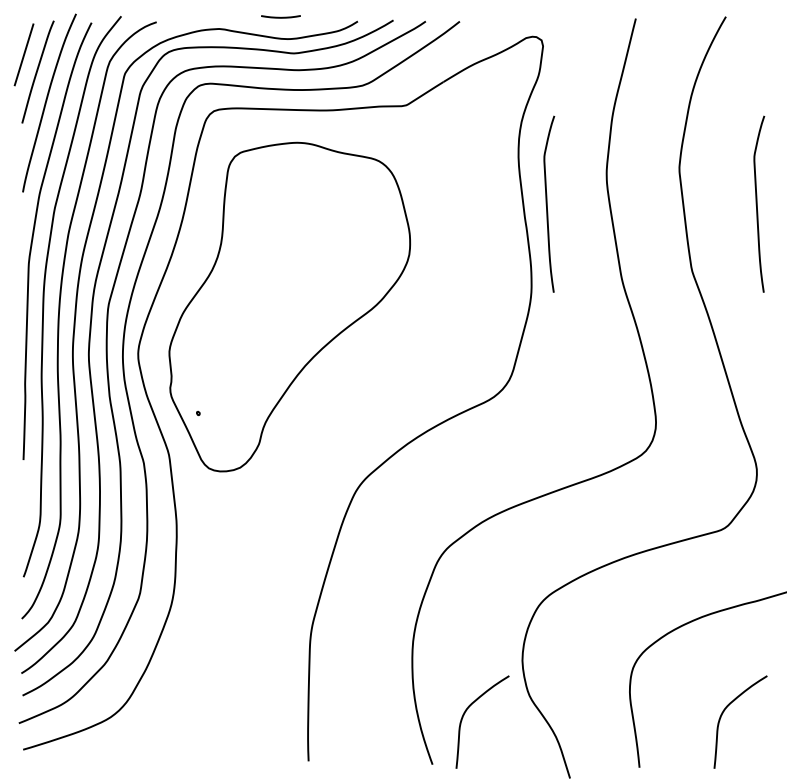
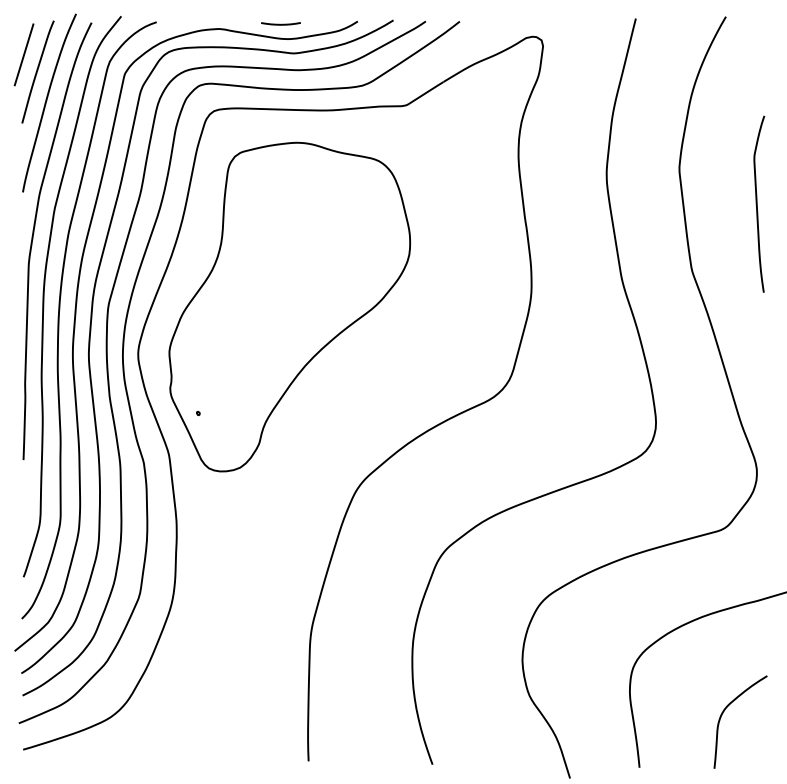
line at (280, 16) position: (280, 16) -> (280, 23)
curve at (547, 203): present -> none
curve at (467, 710): present -> none
